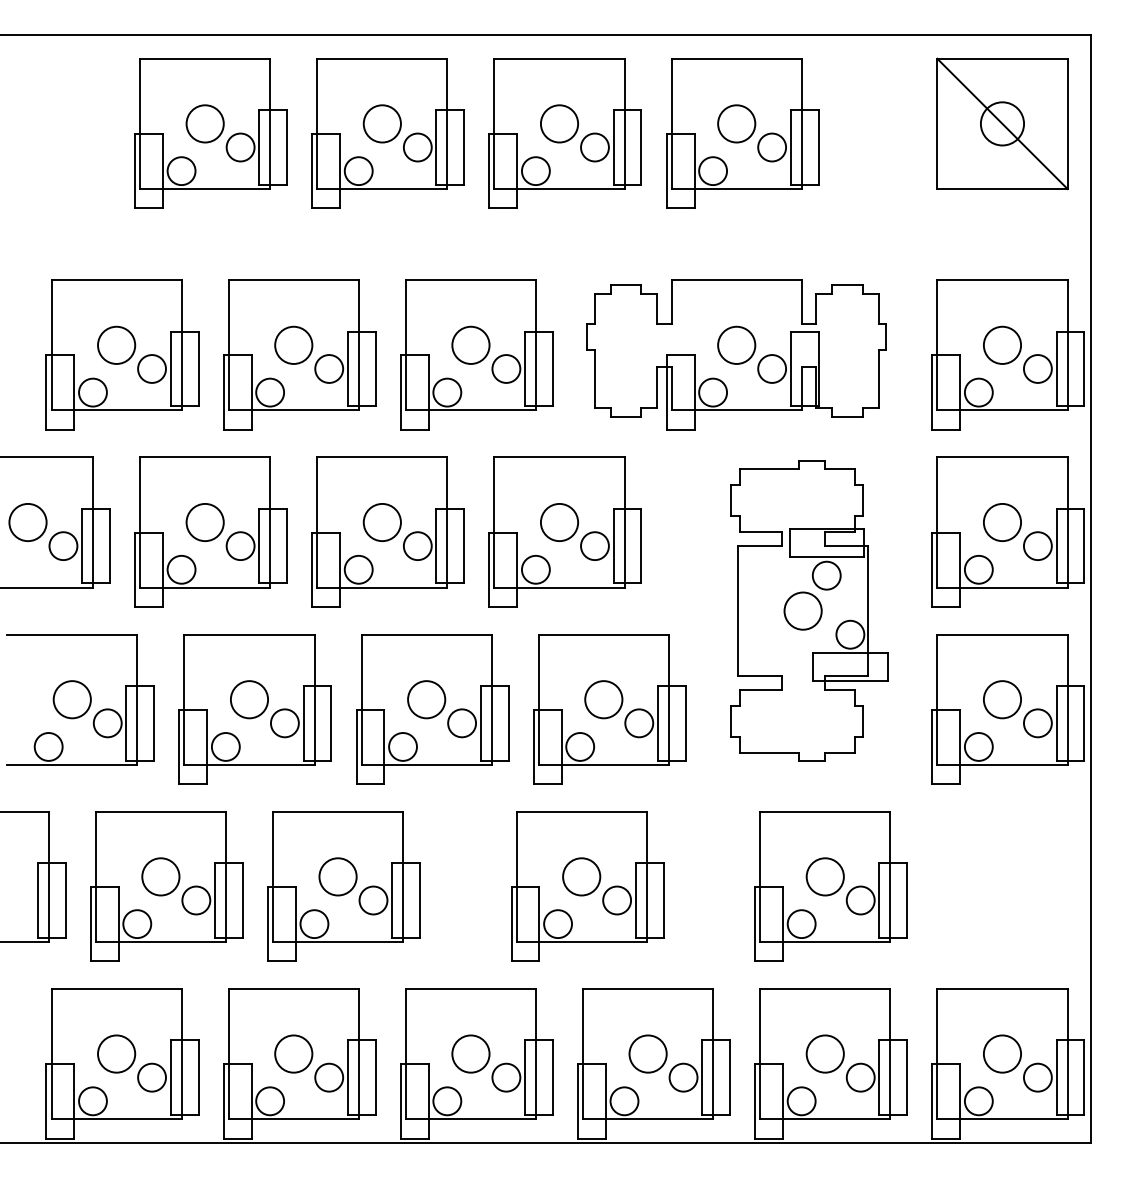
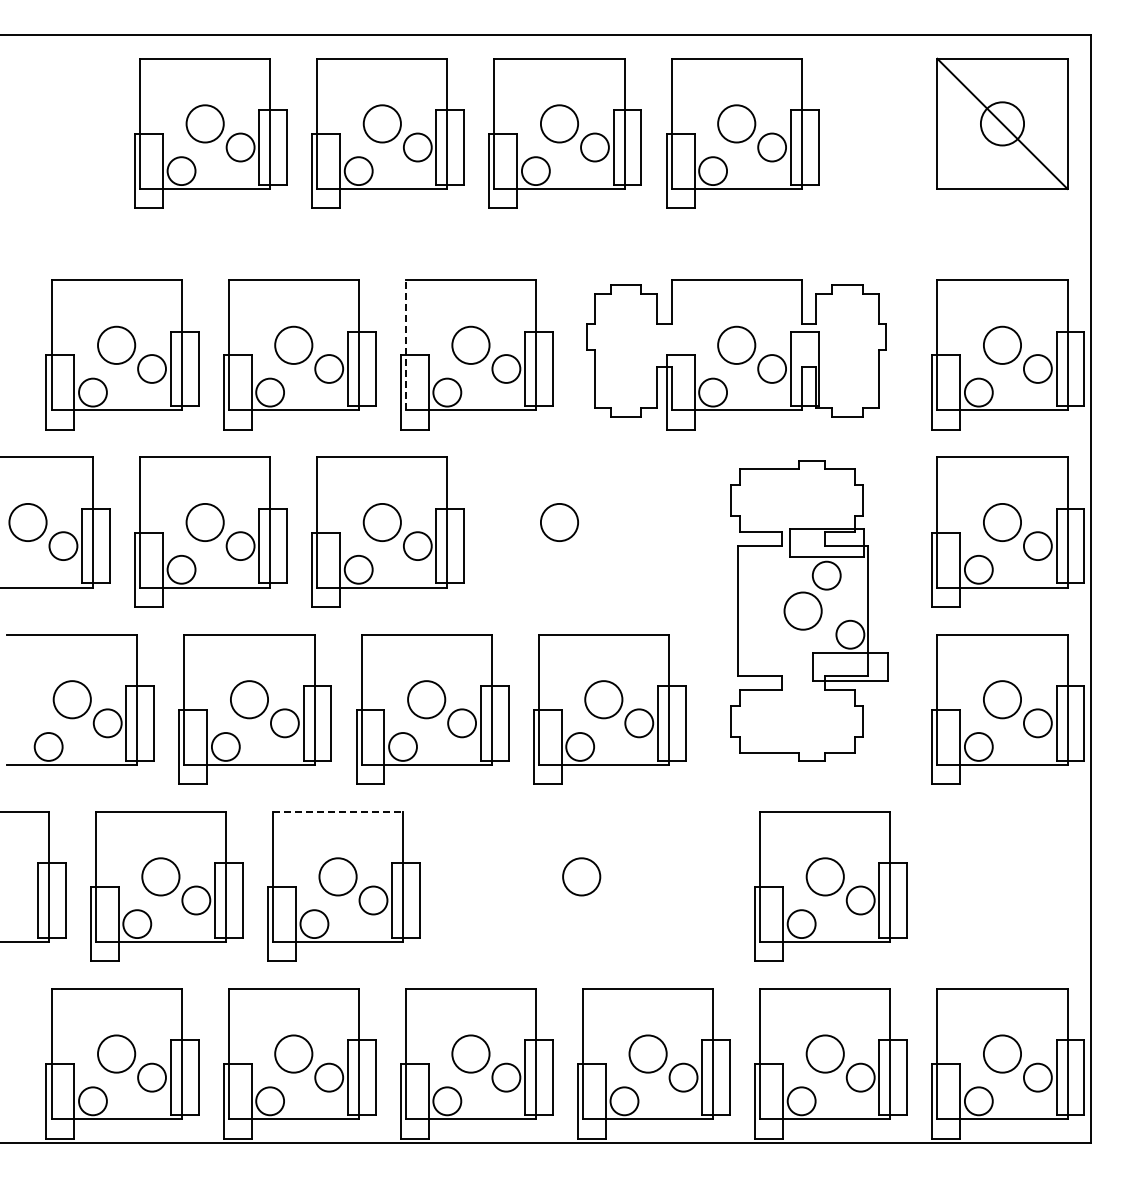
line at (405, 344): solid -> dashed
part at (564, 531): present -> none
line at (338, 811): solid -> dashed
part at (587, 886): present -> none
